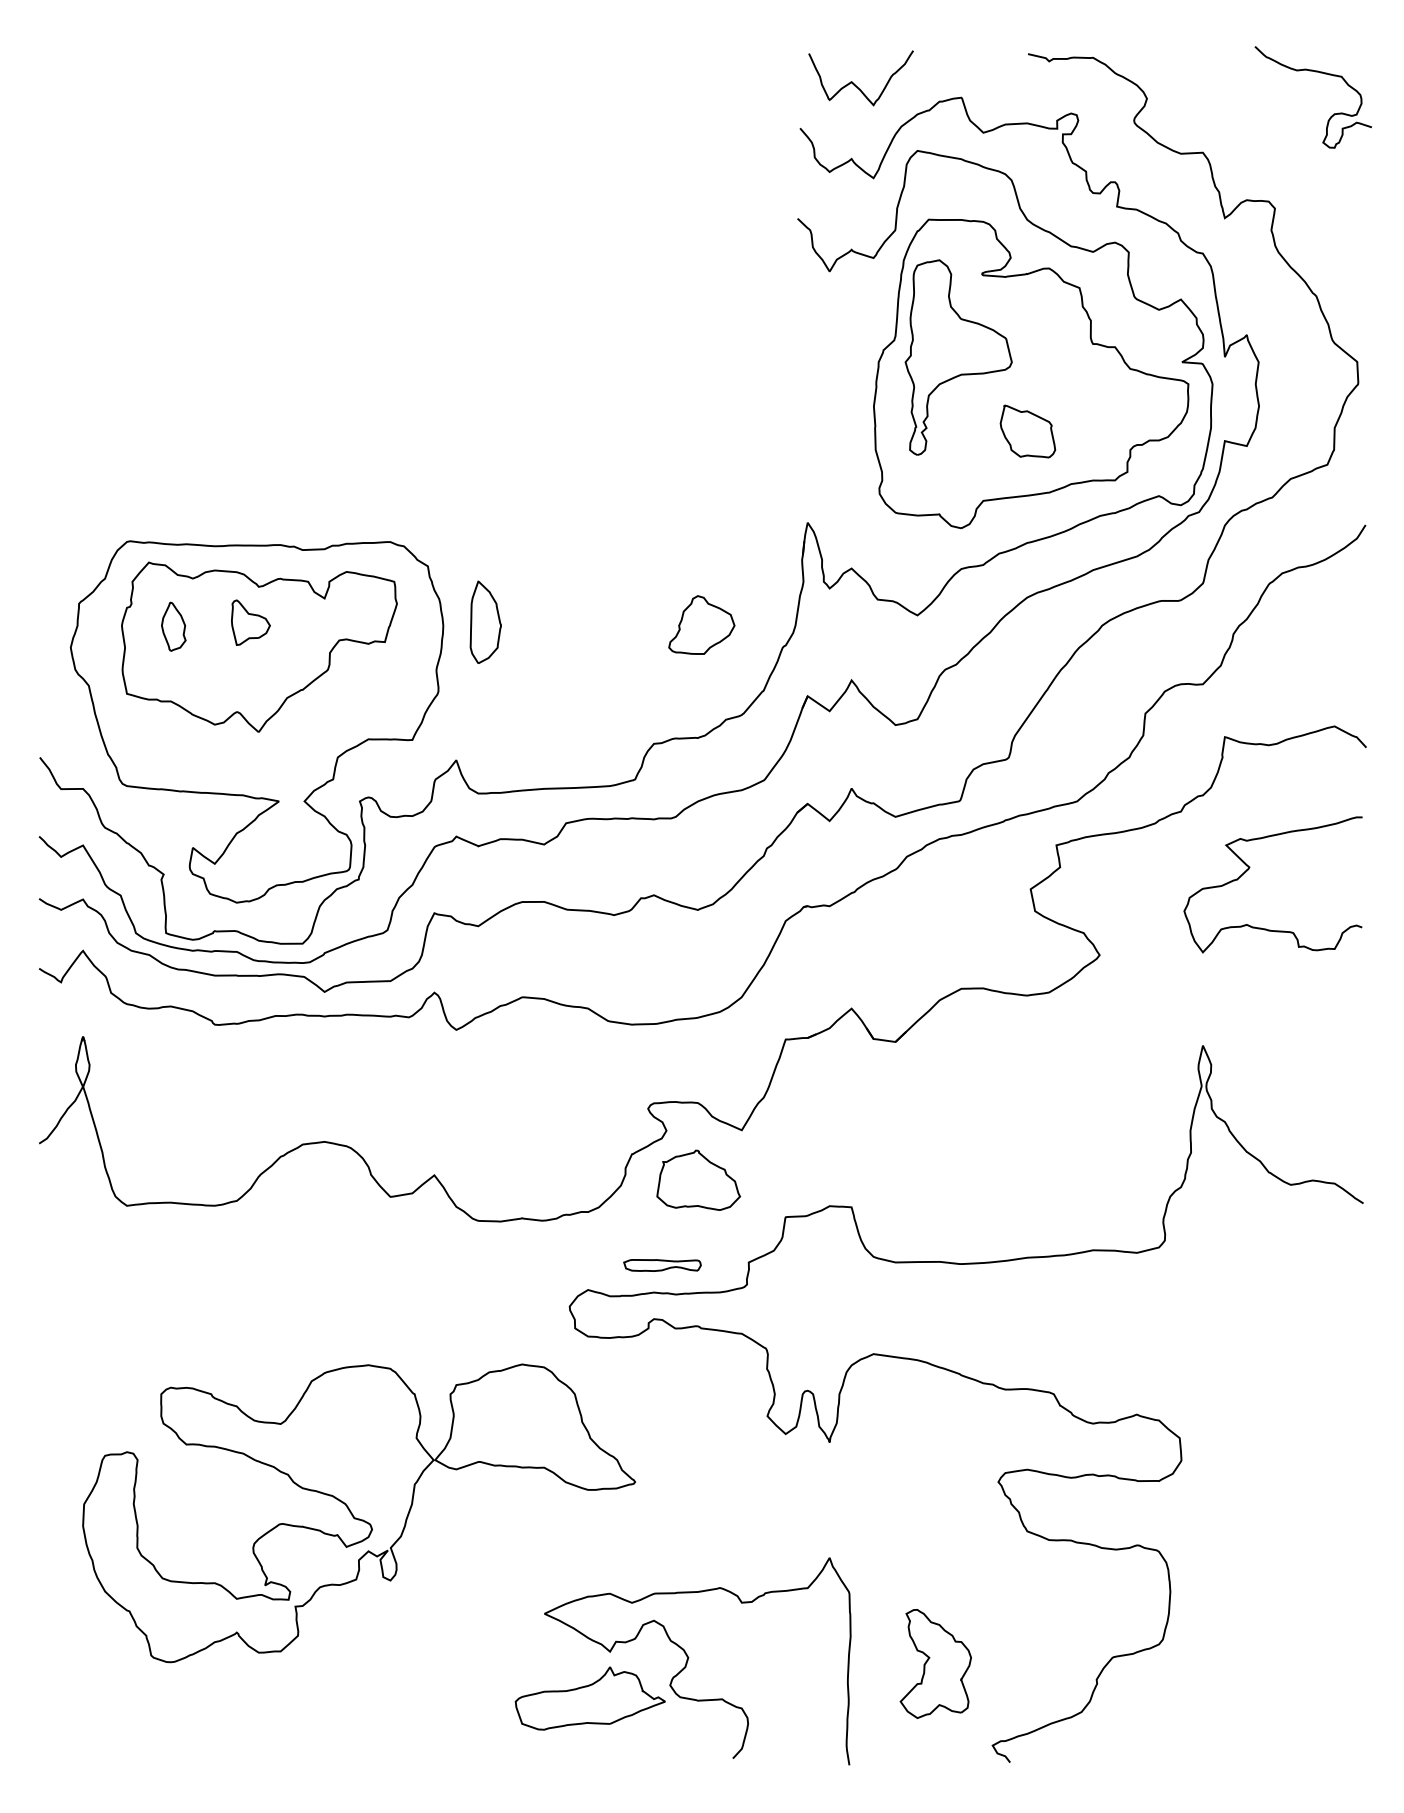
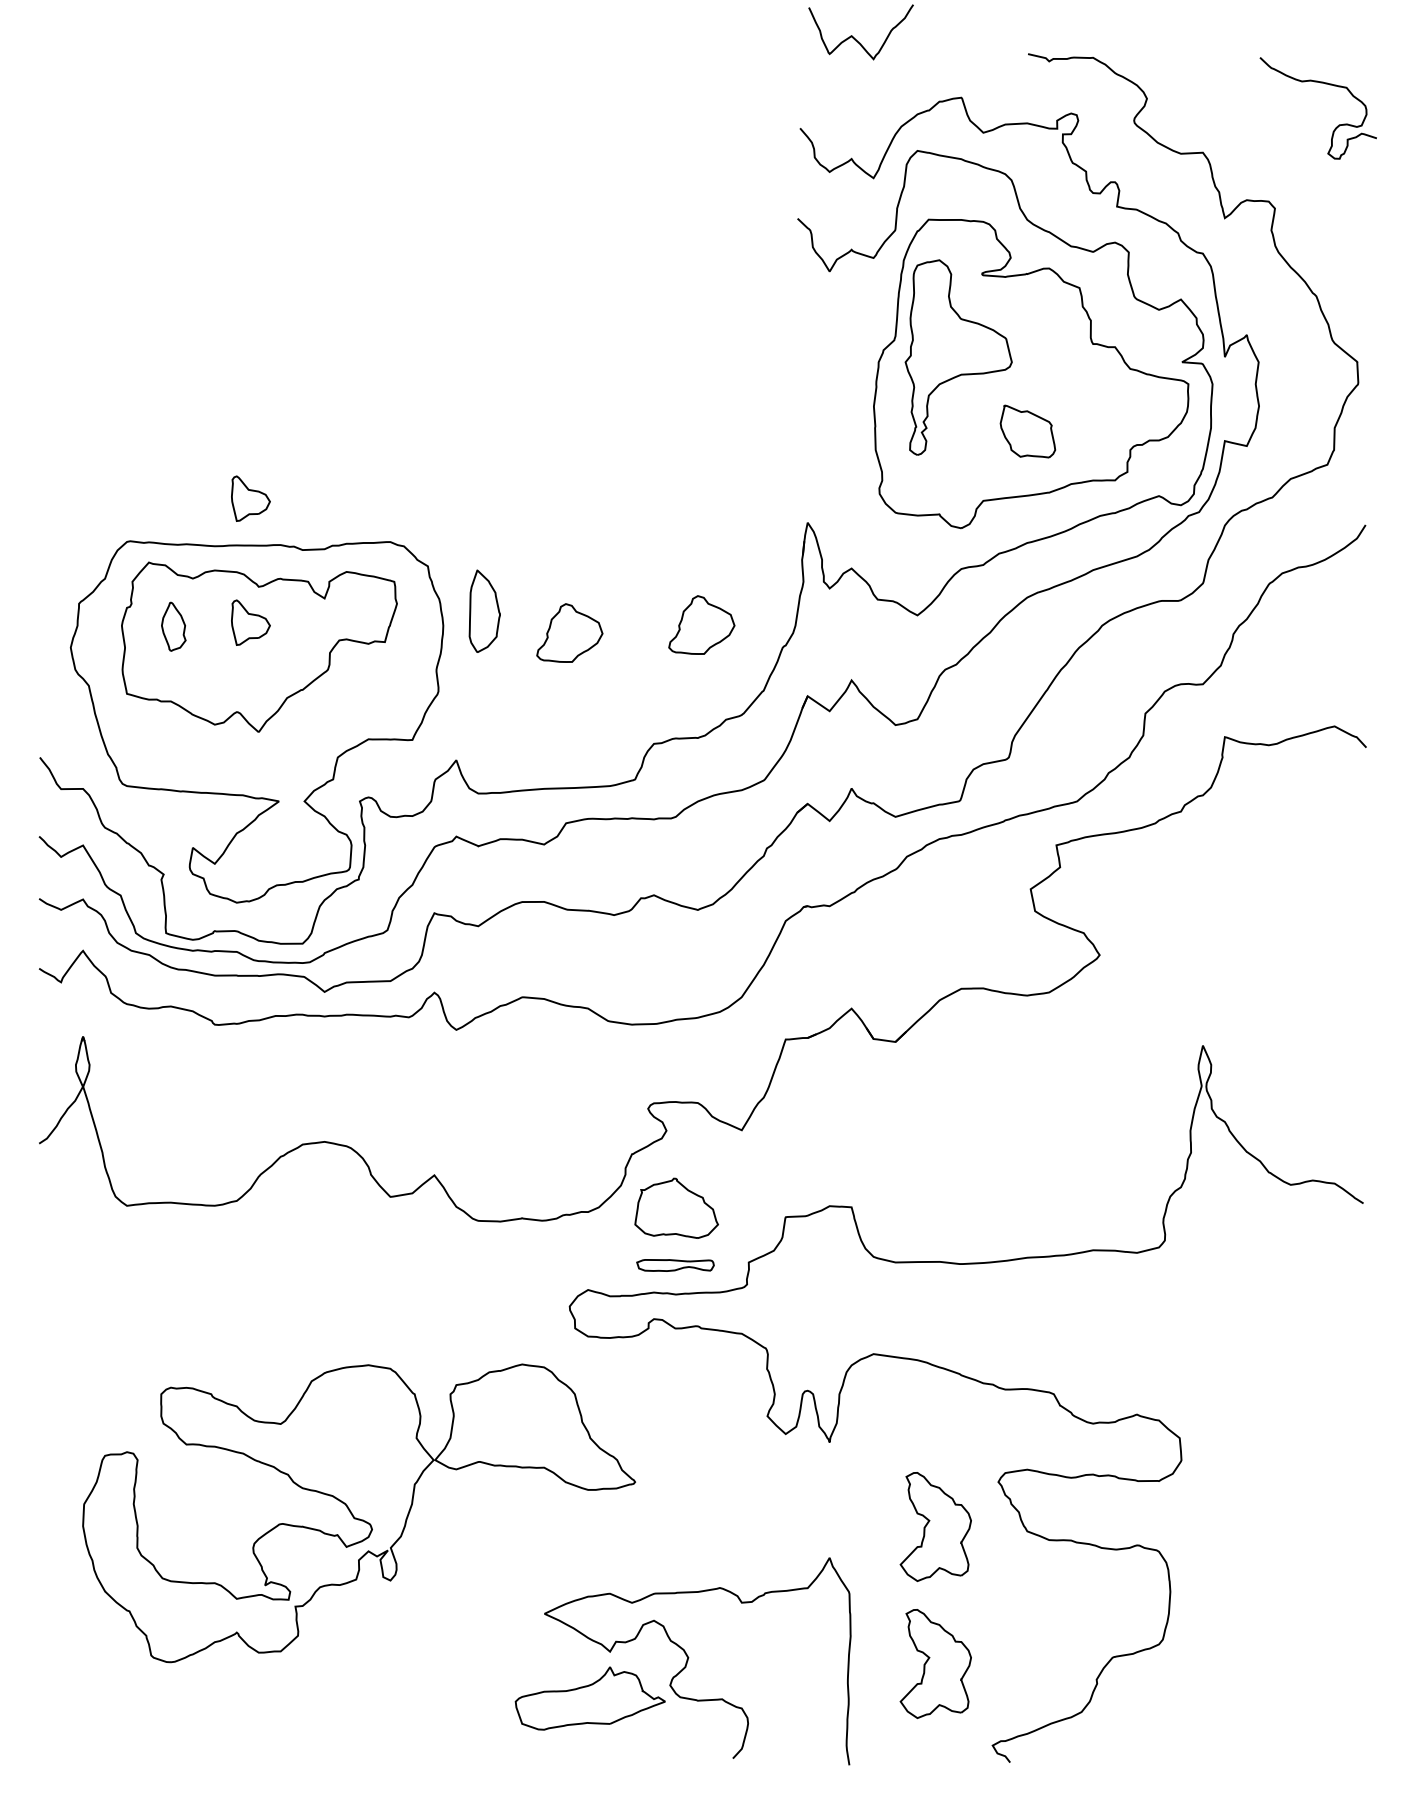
curve at (1315, 72) position: (1315, 72) -> (1320, 83)
curve at (854, 83) position: (854, 83) -> (854, 37)
part at (250, 498): none -> present
part at (485, 621) position: (485, 621) -> (484, 610)
part at (569, 632): none -> present
curve at (1249, 869): present -> none
part at (698, 1179) position: (698, 1179) -> (676, 1207)
part at (662, 1265) position: (662, 1265) -> (675, 1265)
part at (935, 1526): none -> present
